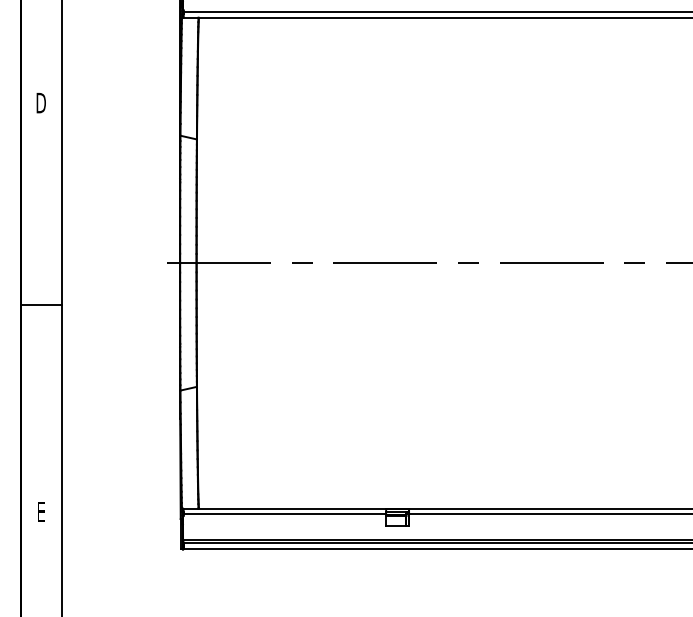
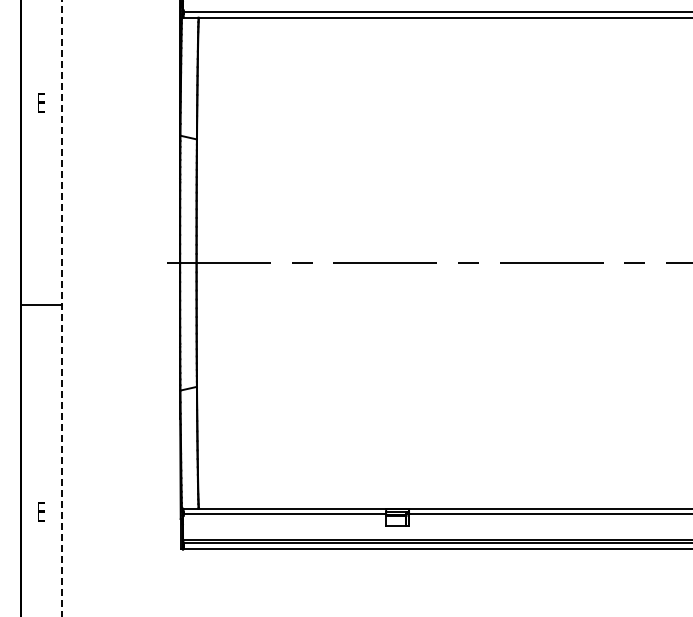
text at (40, 102): D -> E
line at (61, 308): solid -> dashed
